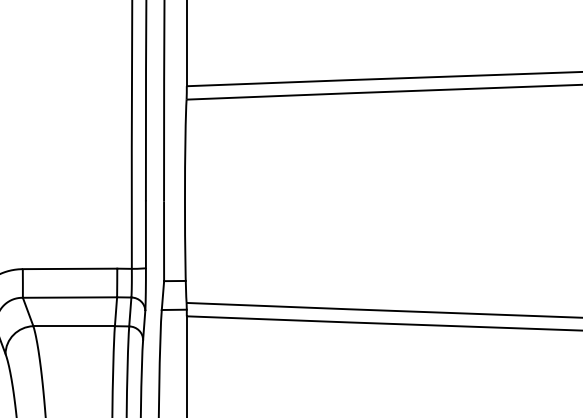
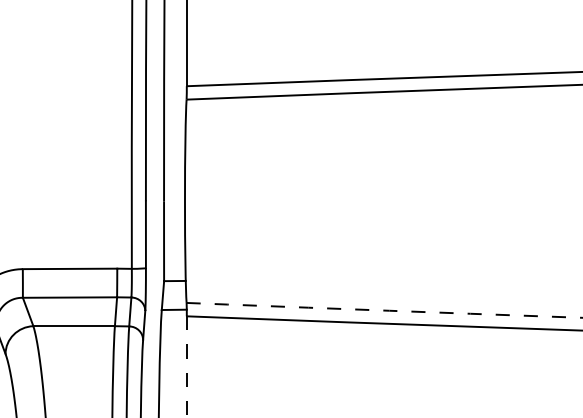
arc at (384, 310): solid -> dashed
line at (186, 367): solid -> dashed
